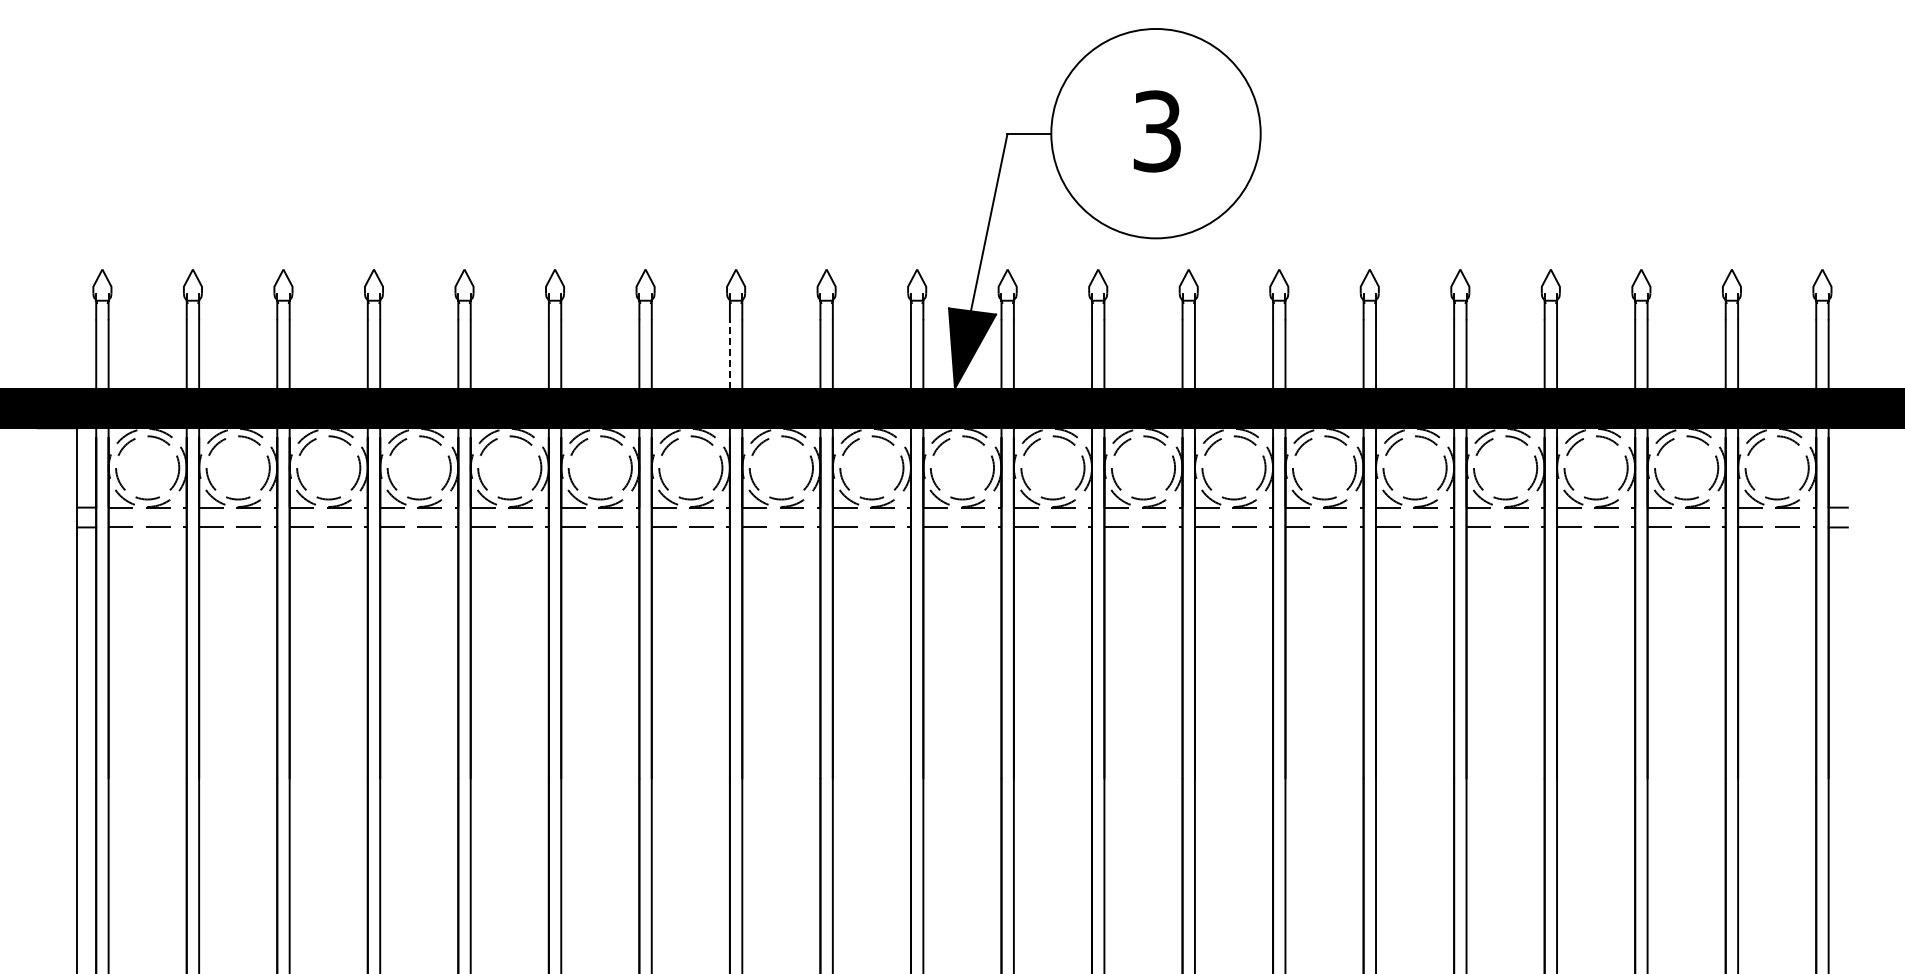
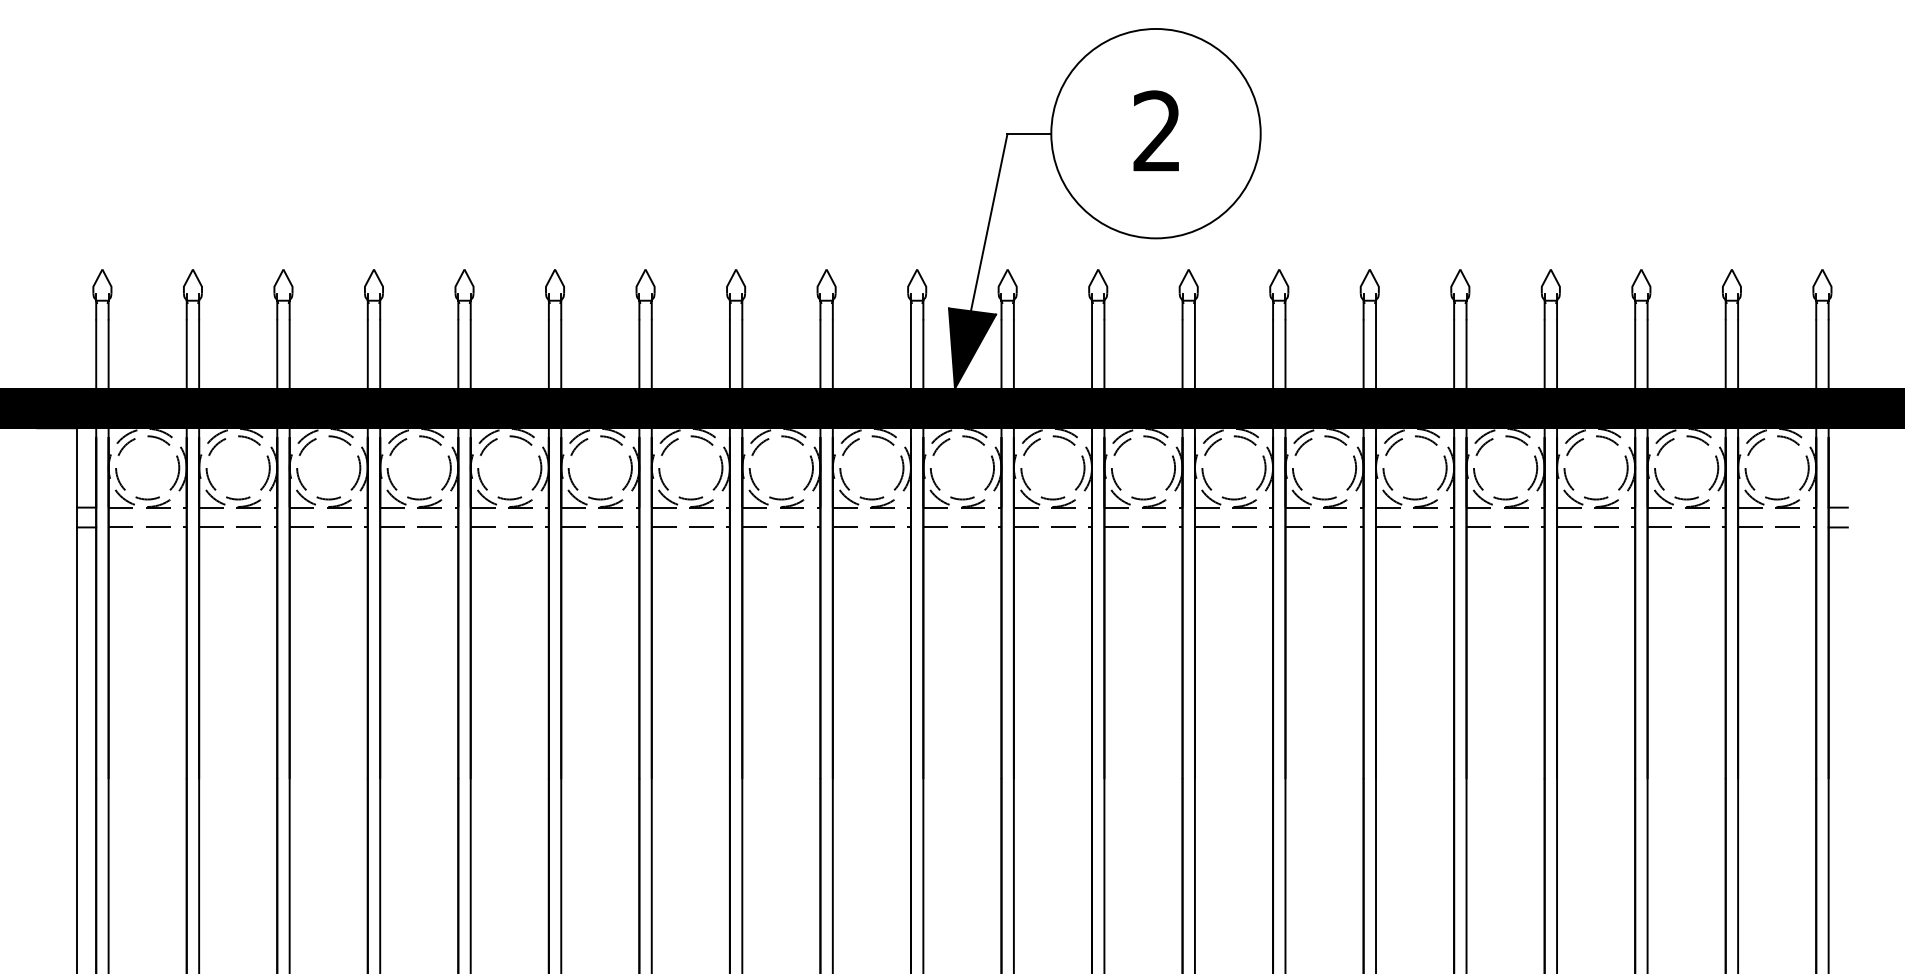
text at (1156, 131): 3 -> 2
line at (729, 353): dashed -> solid
